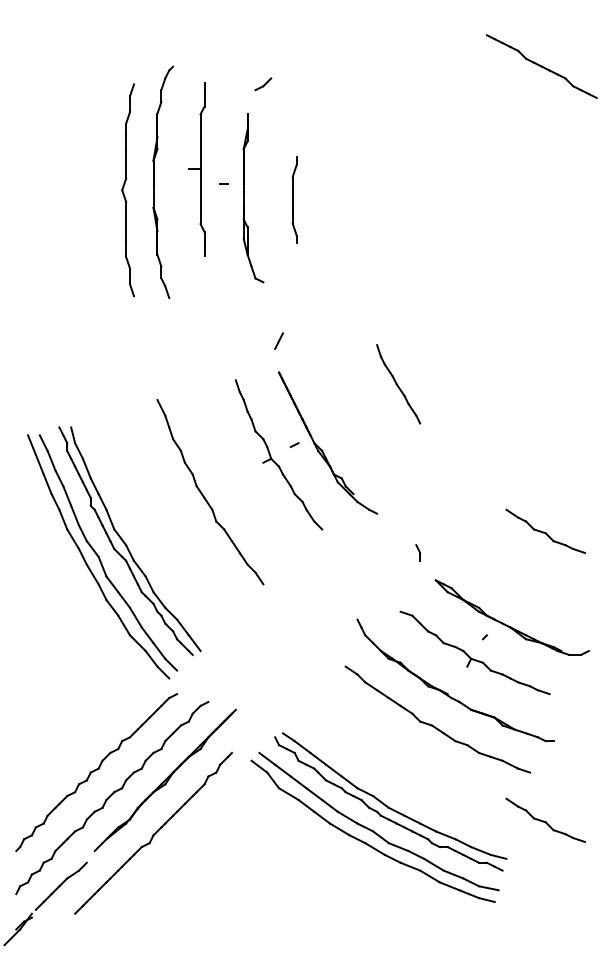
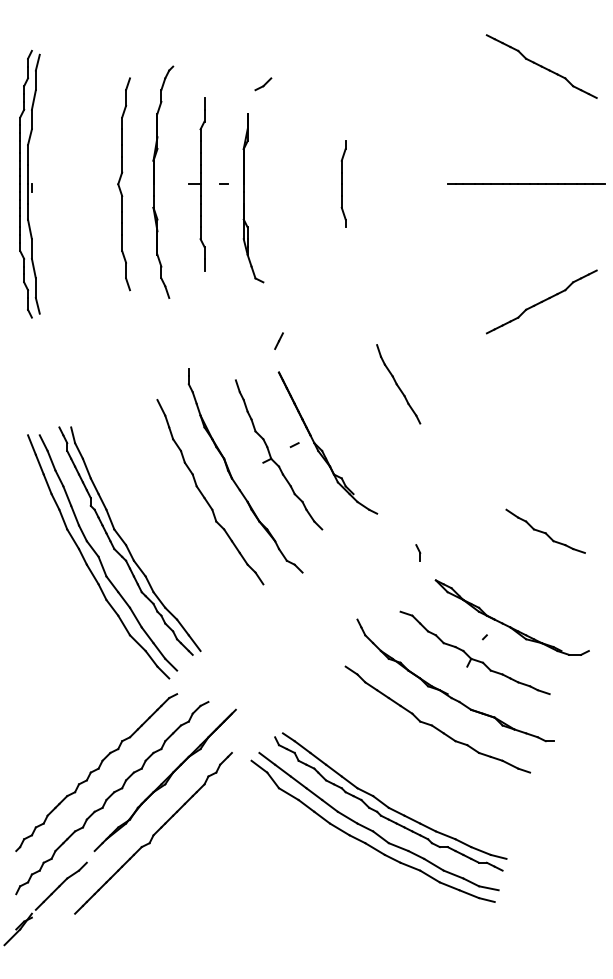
part at (196, 169) position: (196, 169) -> (196, 184)
part at (29, 183): none -> present
line at (526, 183): none -> present
part at (127, 190) position: (127, 190) -> (123, 184)
part at (294, 199) position: (294, 199) -> (343, 183)
part at (541, 301): none -> present
part at (232, 476): none -> present
part at (545, 819): present -> none
